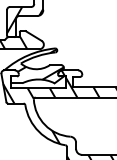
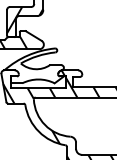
hatch at (40, 64): present -> none
